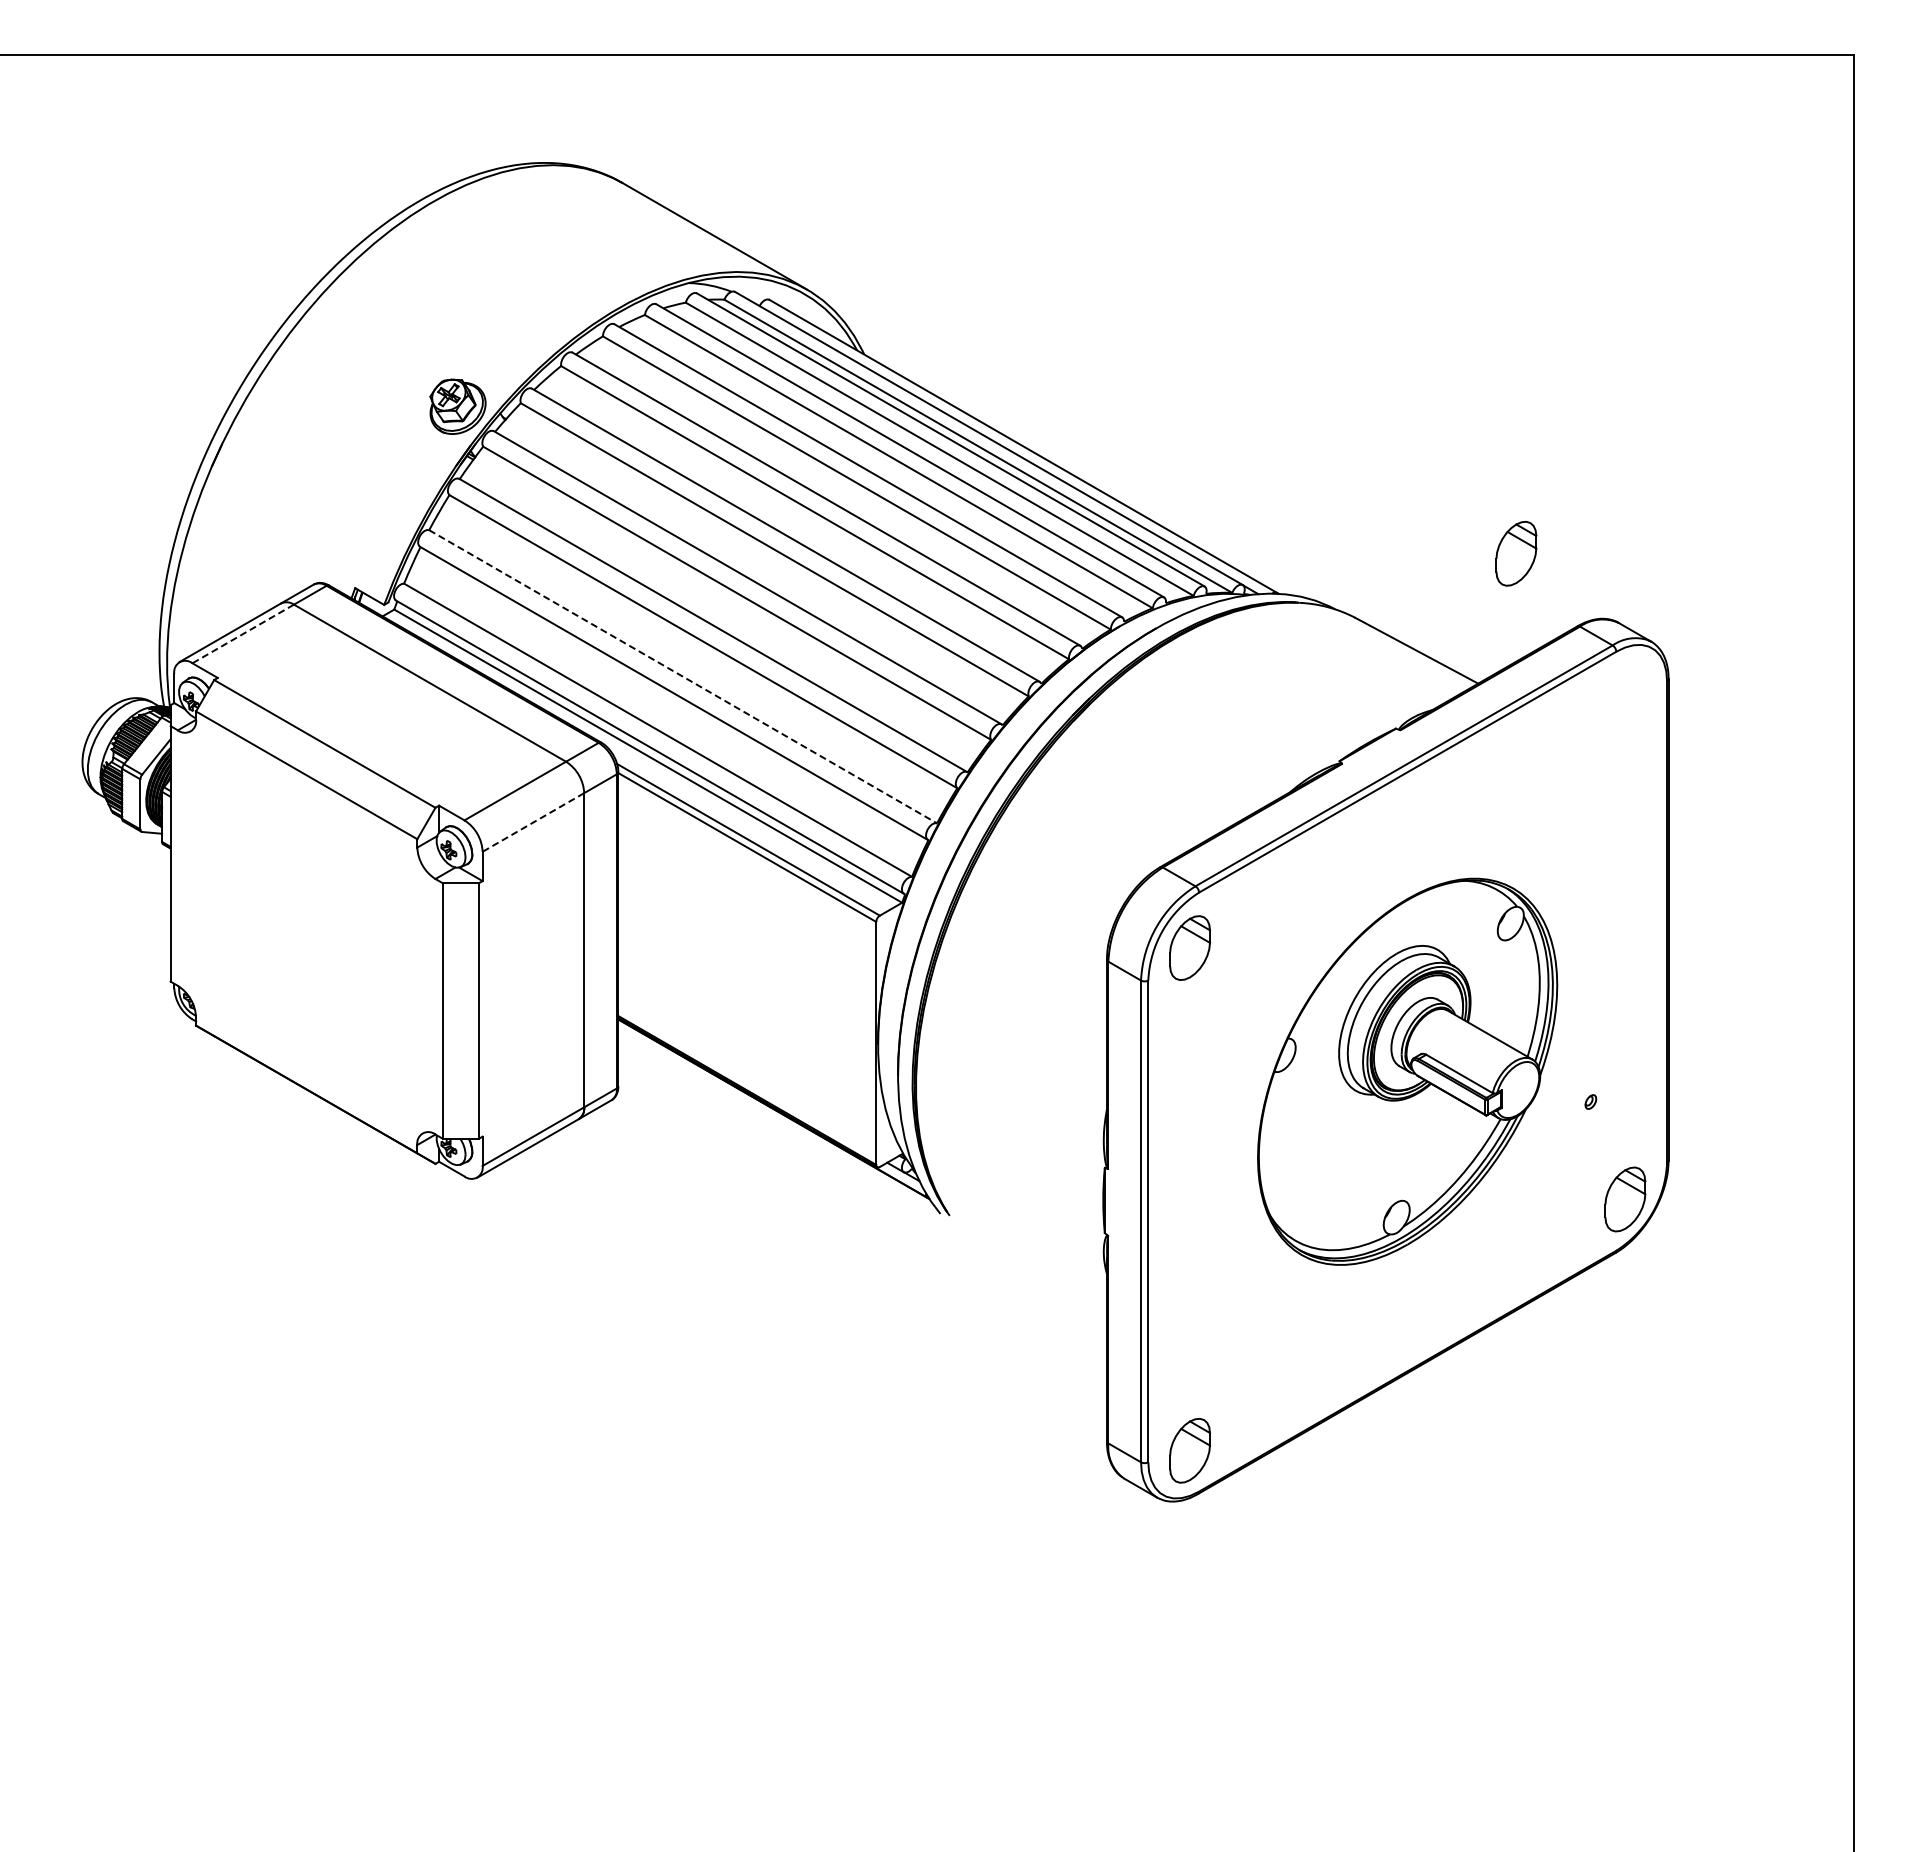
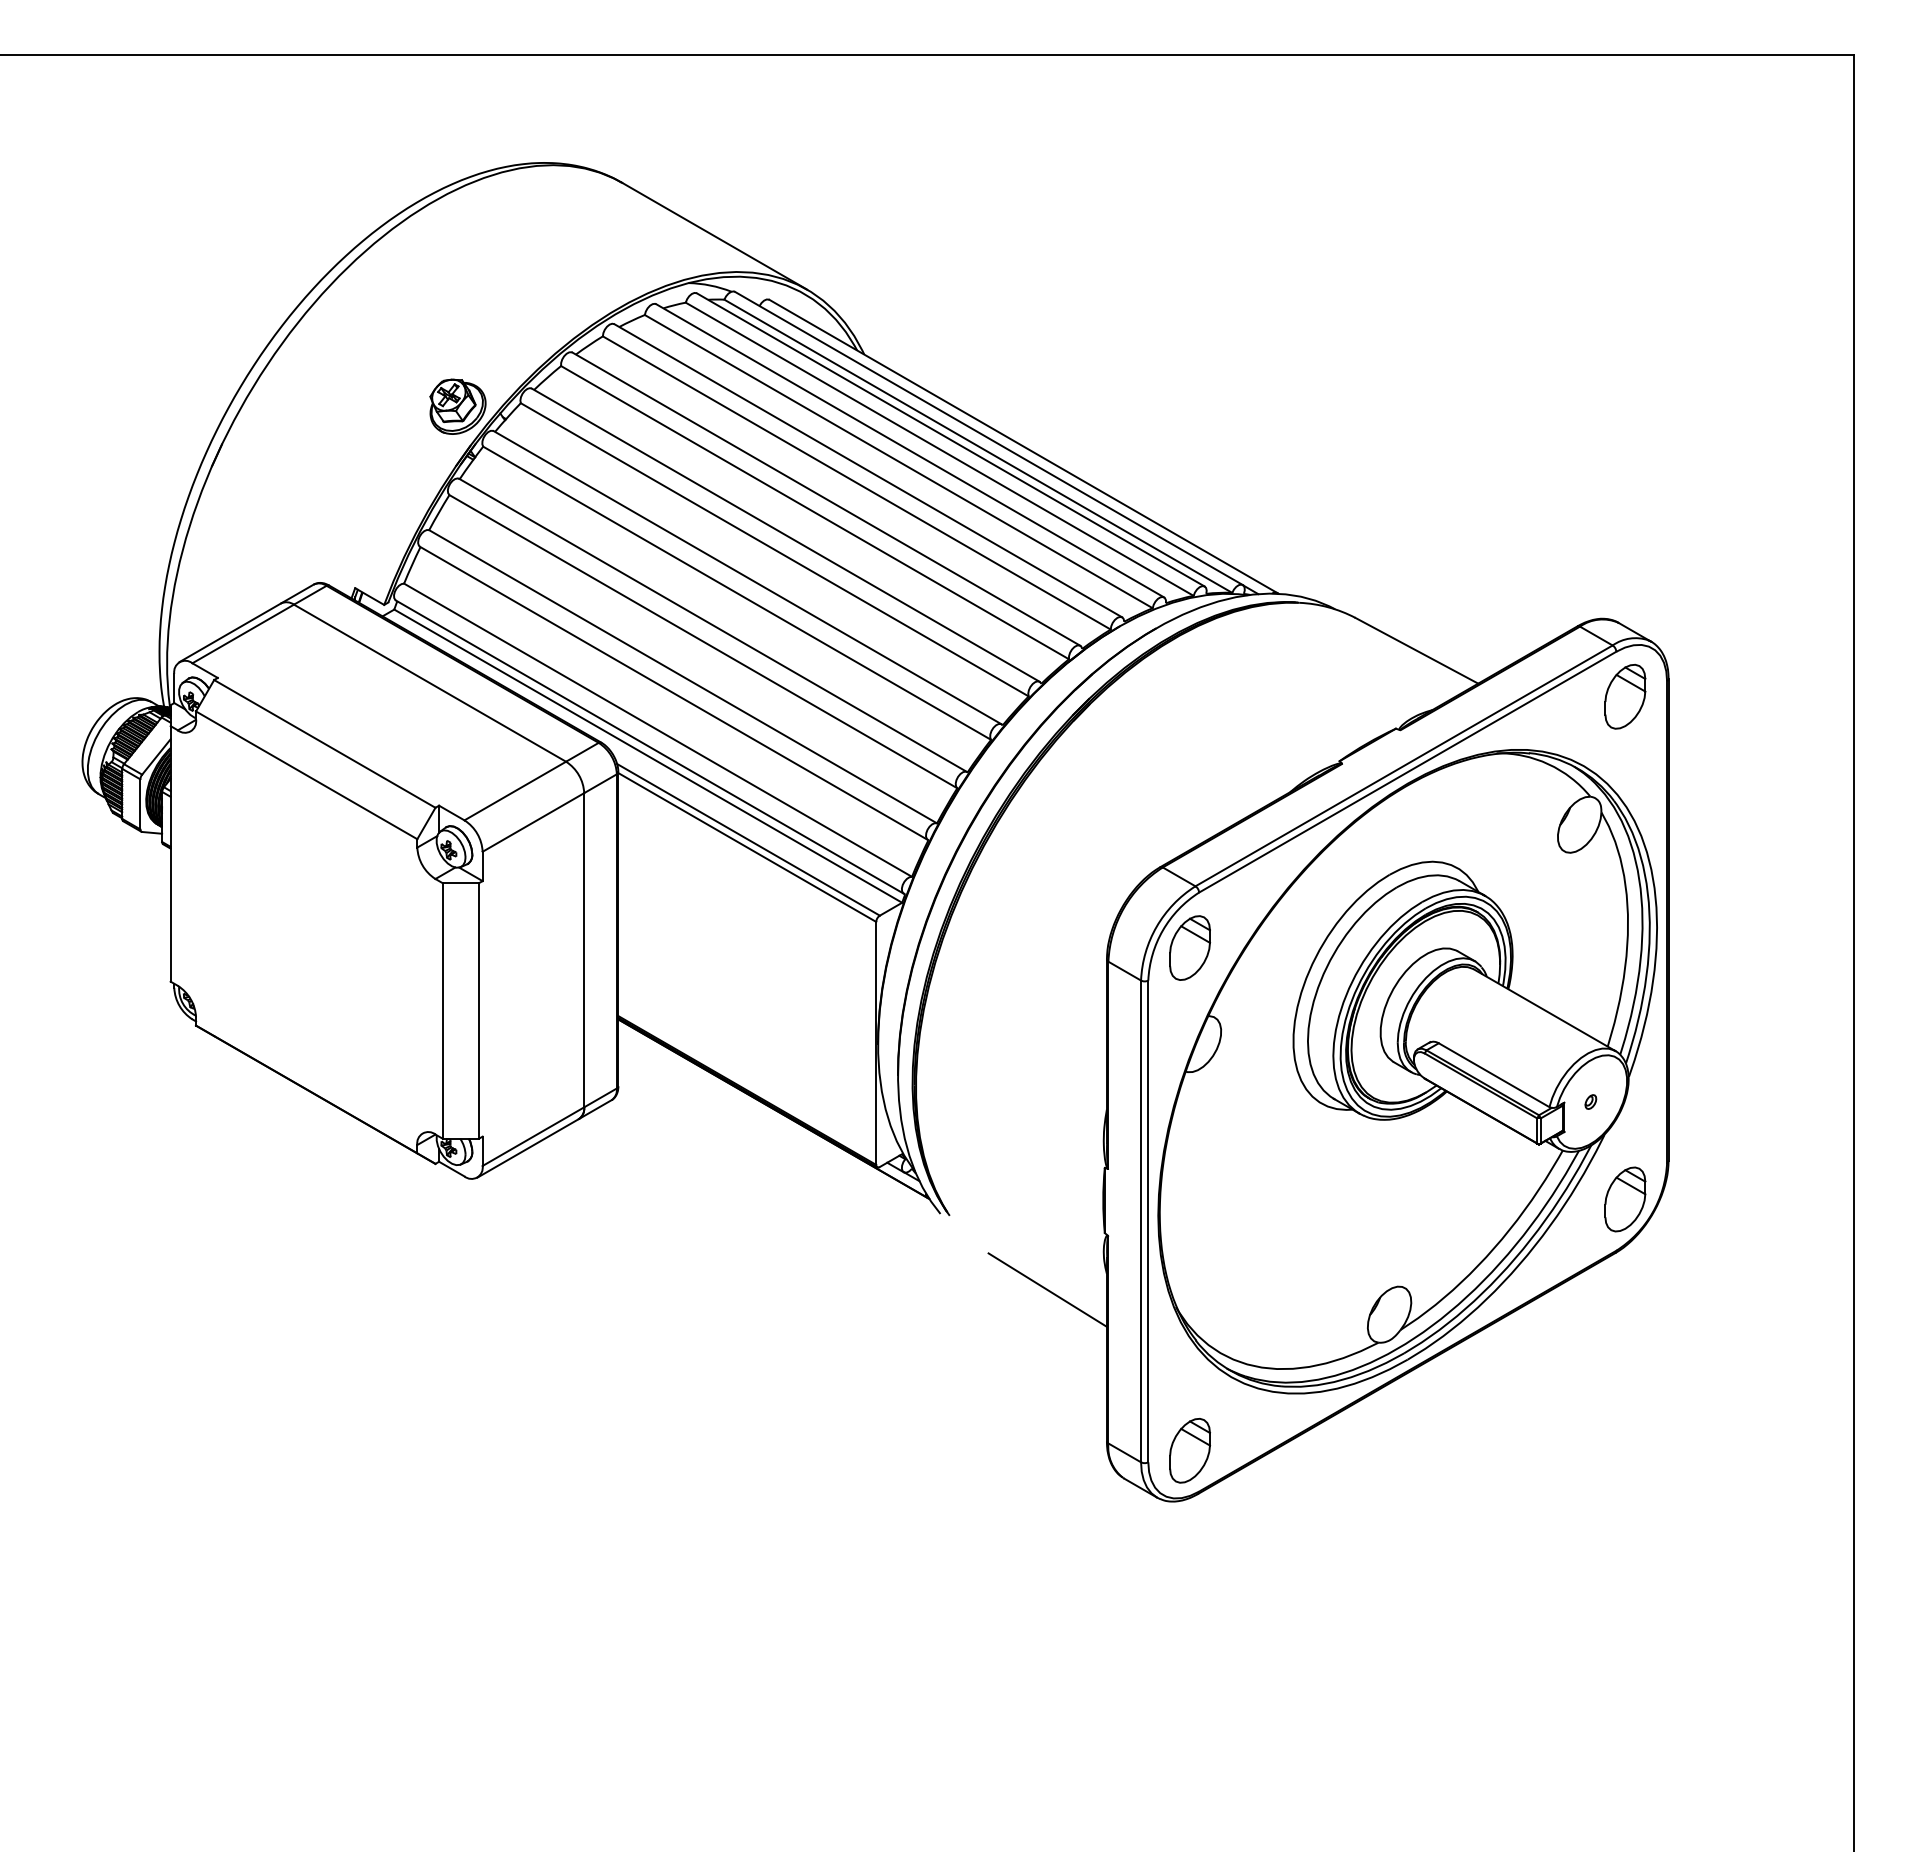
part at (1516, 553) position: (1516, 553) -> (1625, 696)
line at (243, 633): dashed -> solid
line at (683, 677): dashed -> solid
line at (533, 822): dashed -> solid
part at (1407, 1071) size: 302x389 px -> 501x646 px
line at (1047, 1289): none -> present
